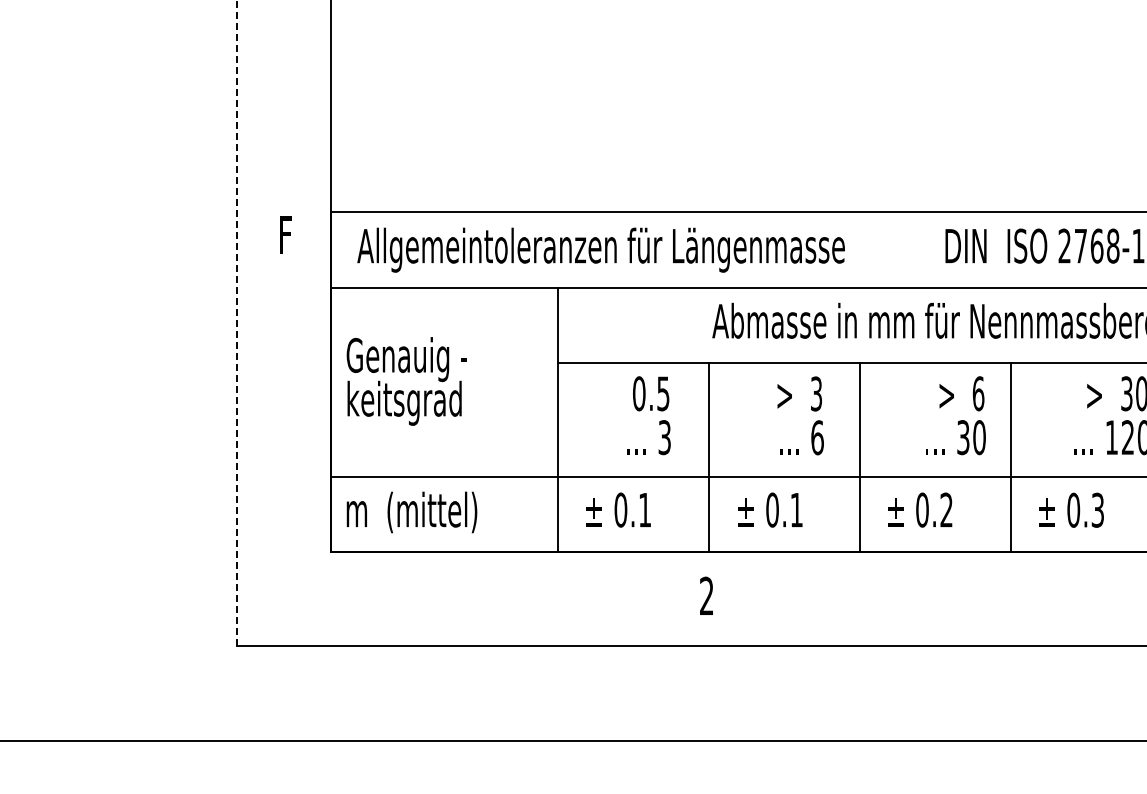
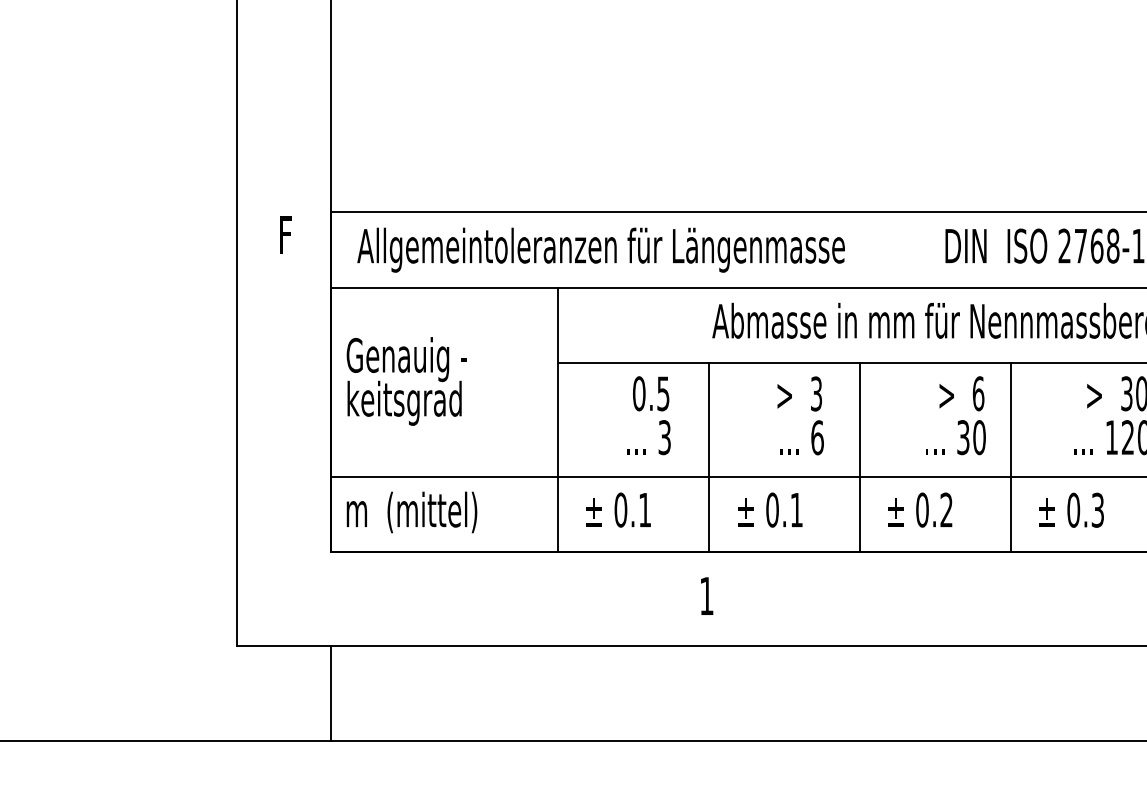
line at (236, 323): dashed -> solid
text at (706, 595): 2 -> 1
line at (331, 693): none -> present
